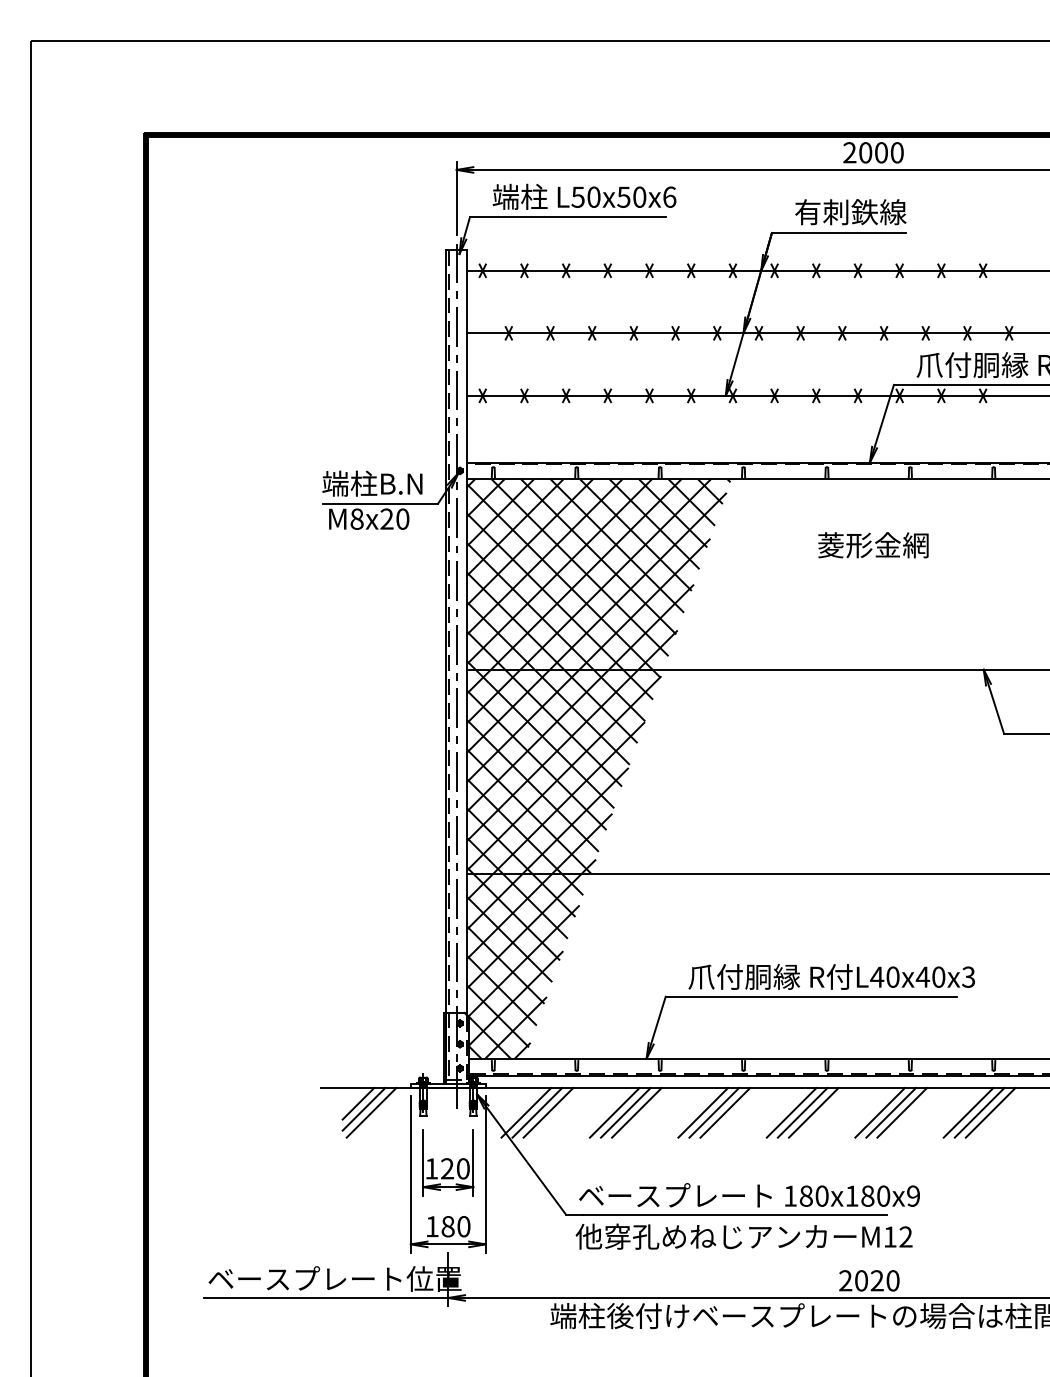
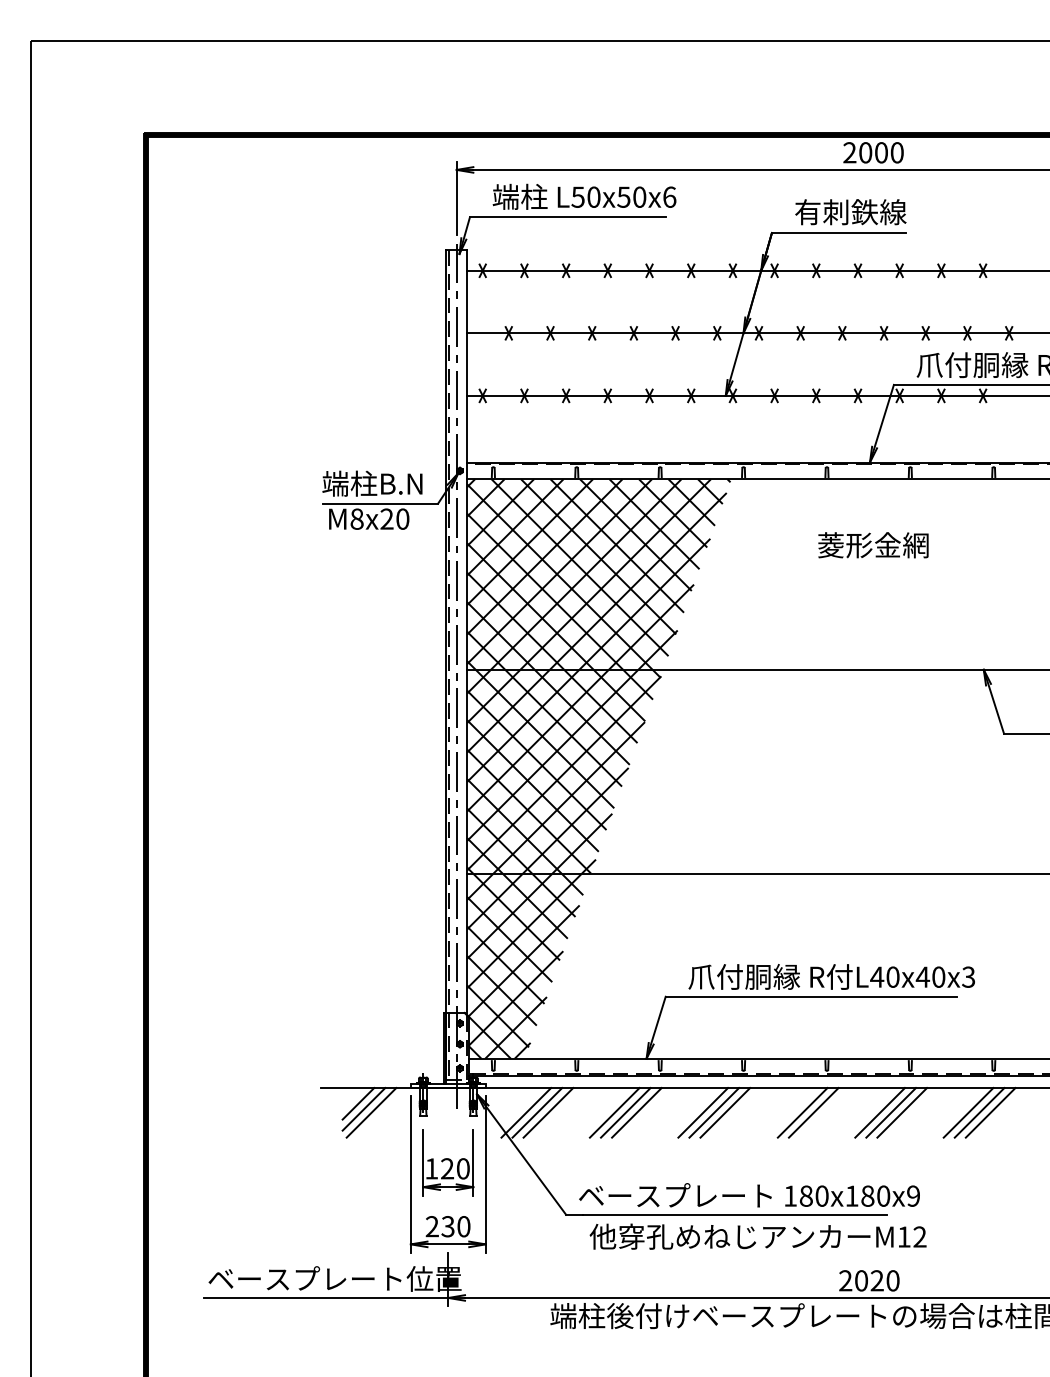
line at (791, 1112): present -> none
text at (439, 1226): 180 -> 230
text at (743, 1236) position: (743, 1236) -> (757, 1236)
